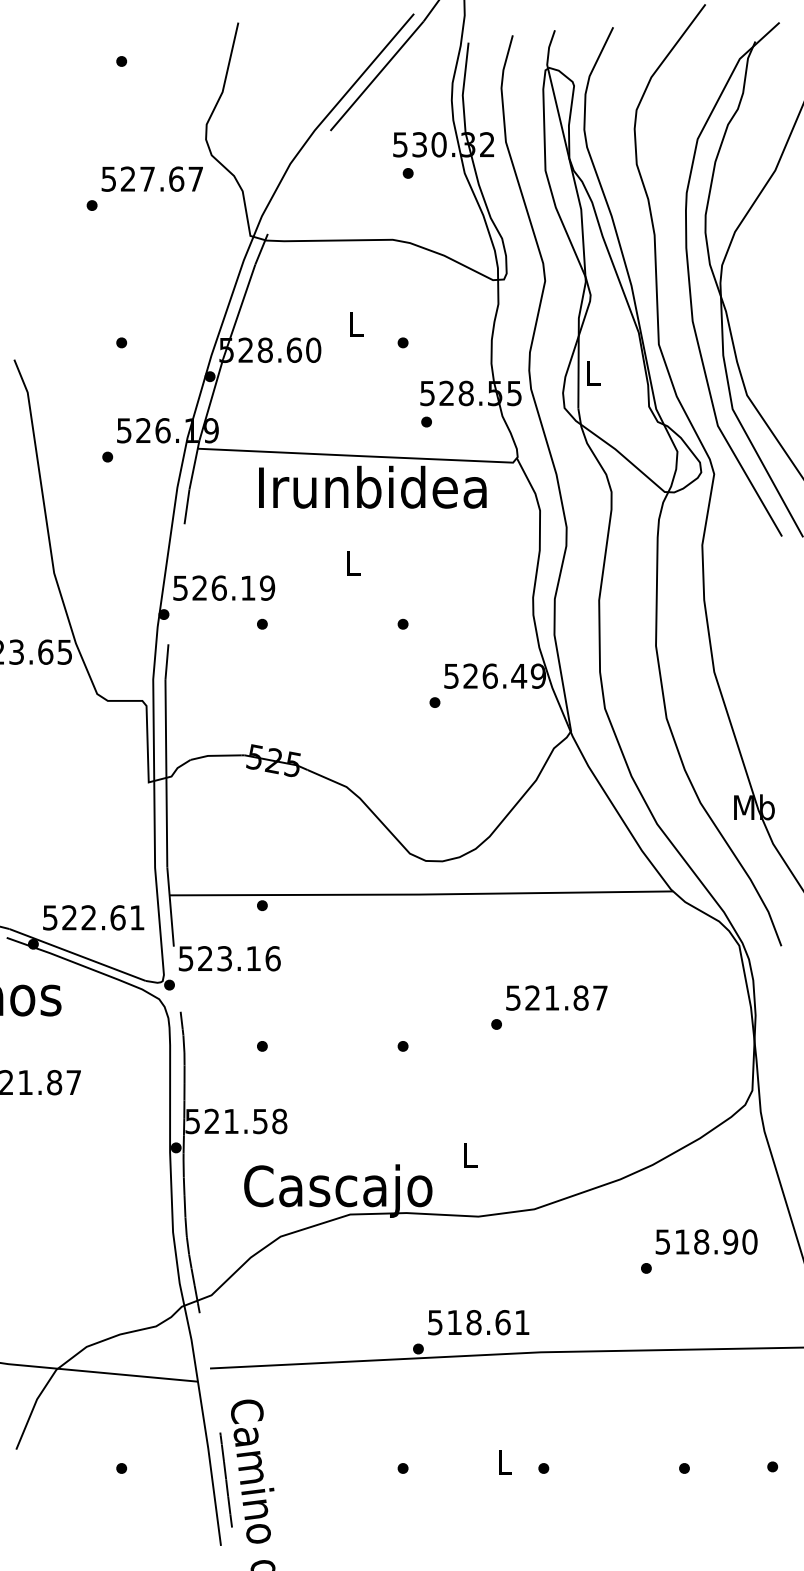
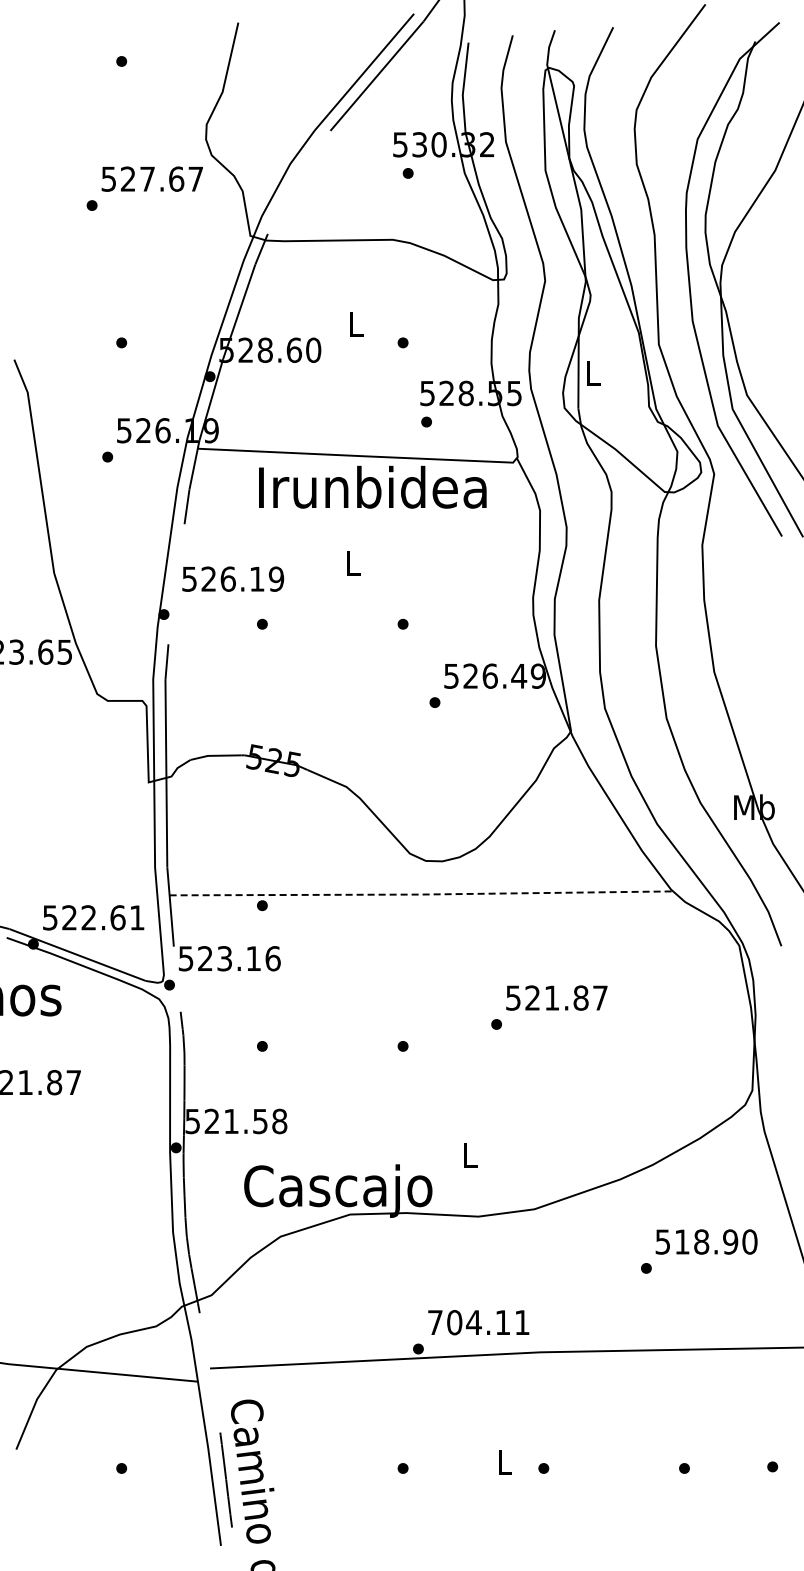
text at (224, 587) position: (224, 587) -> (233, 578)
line at (421, 894): solid -> dashed
text at (469, 1322): 518.61 -> 704.11
